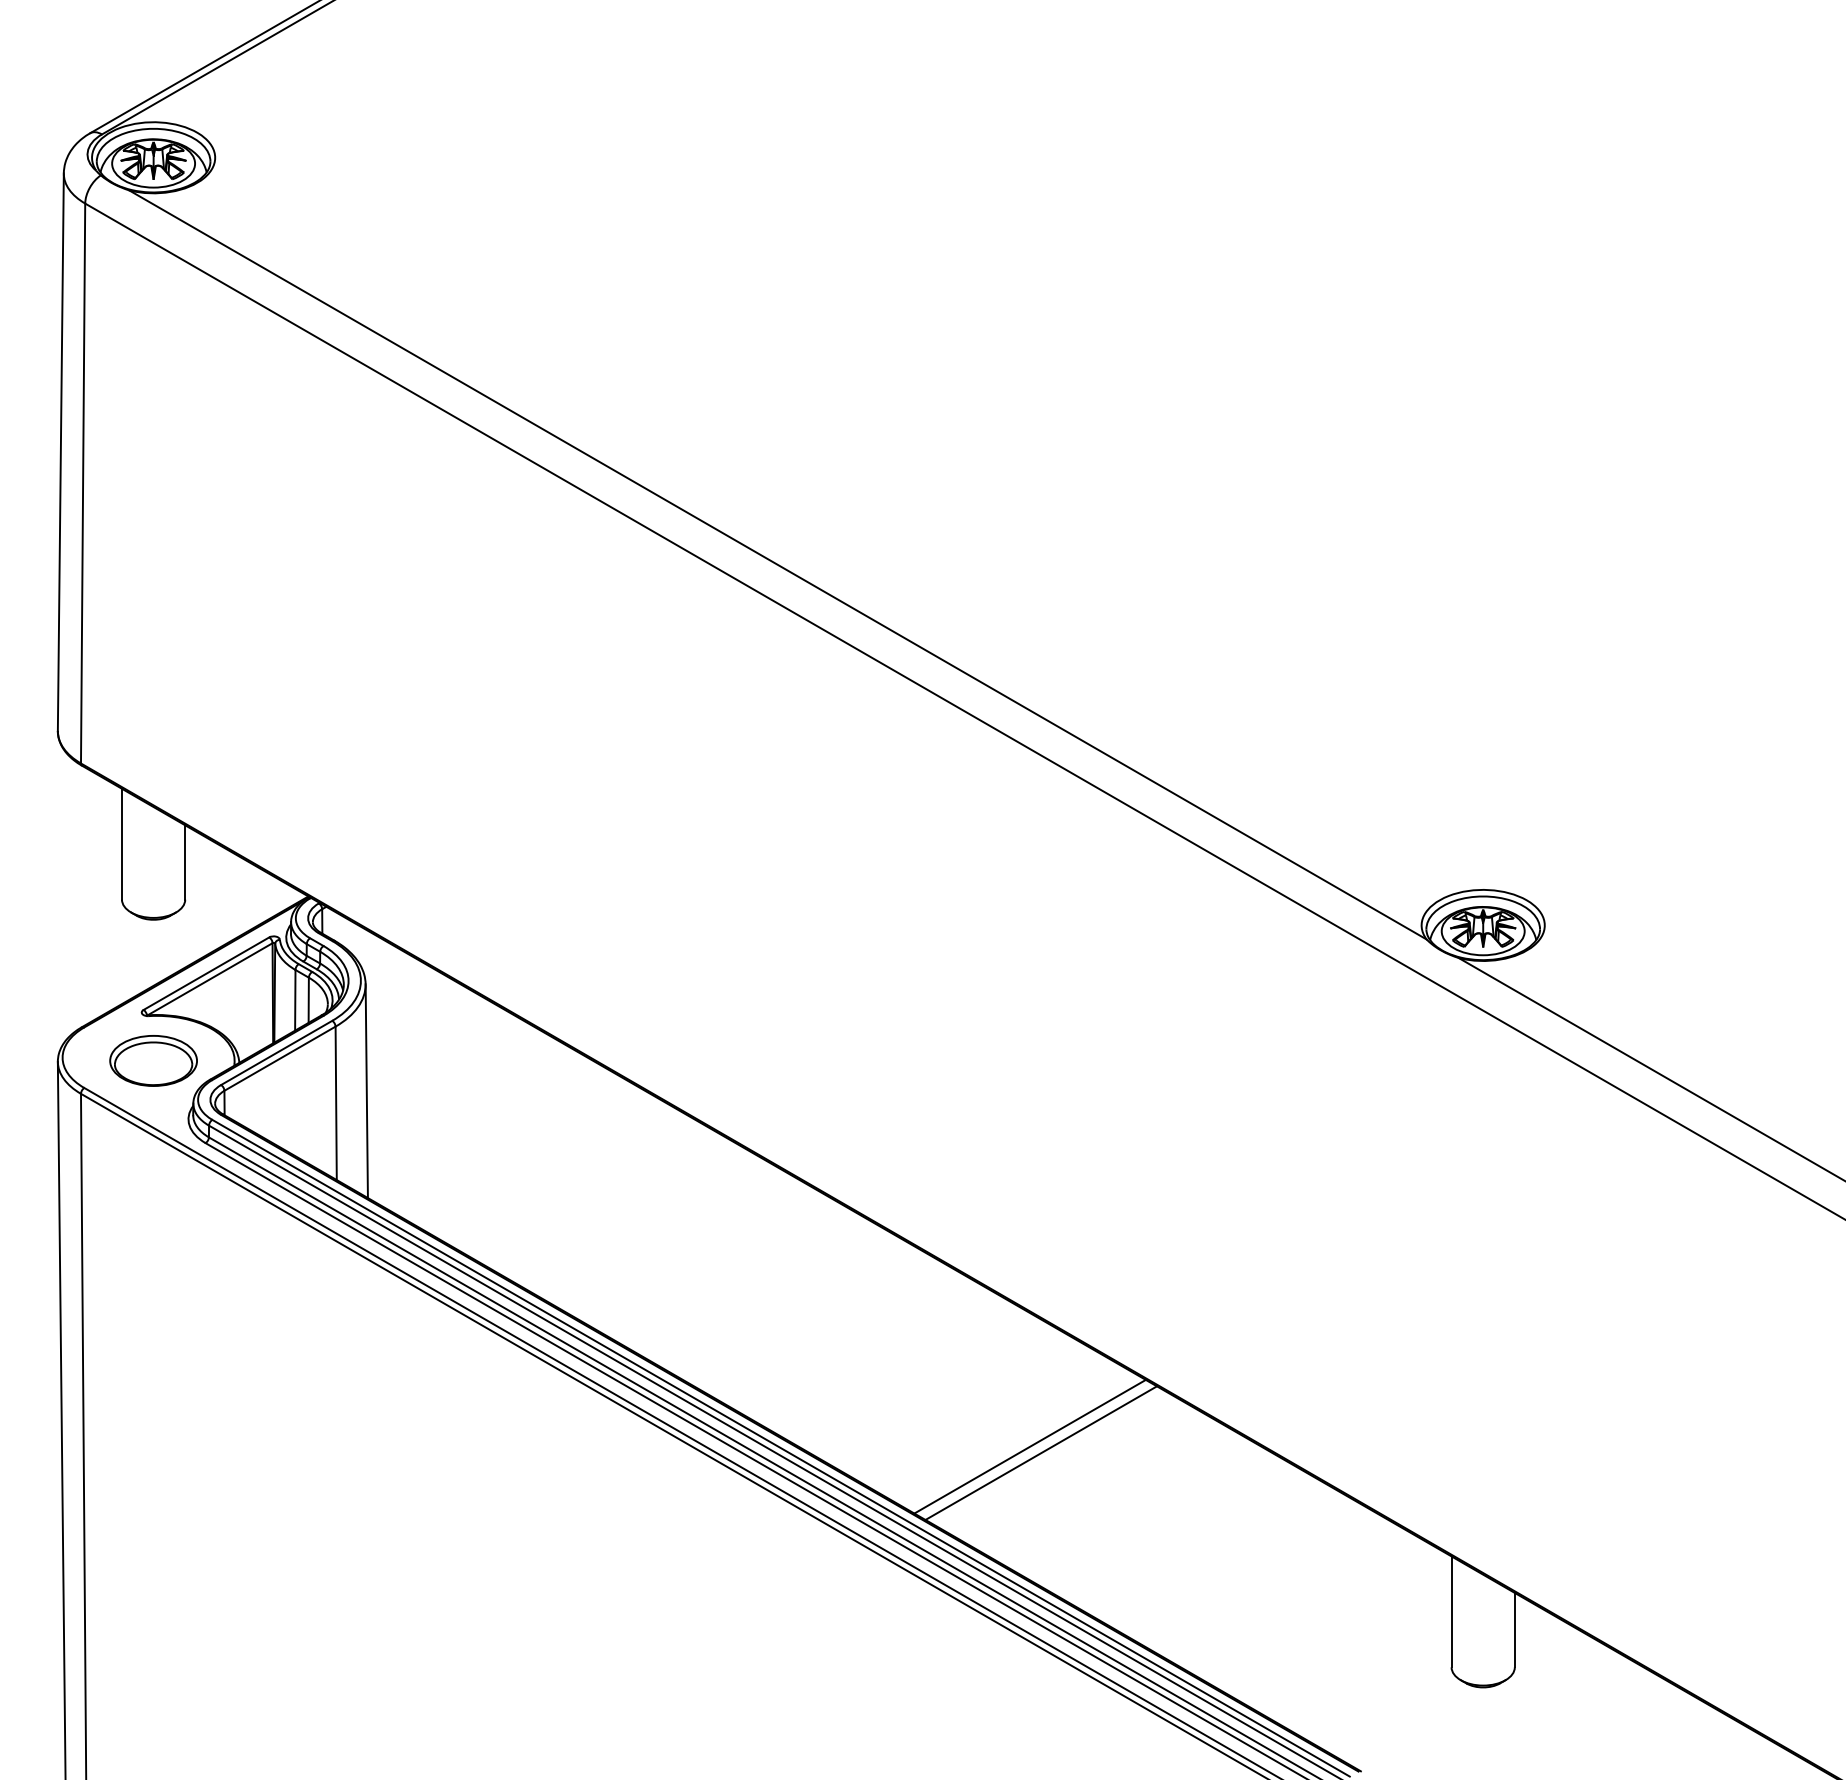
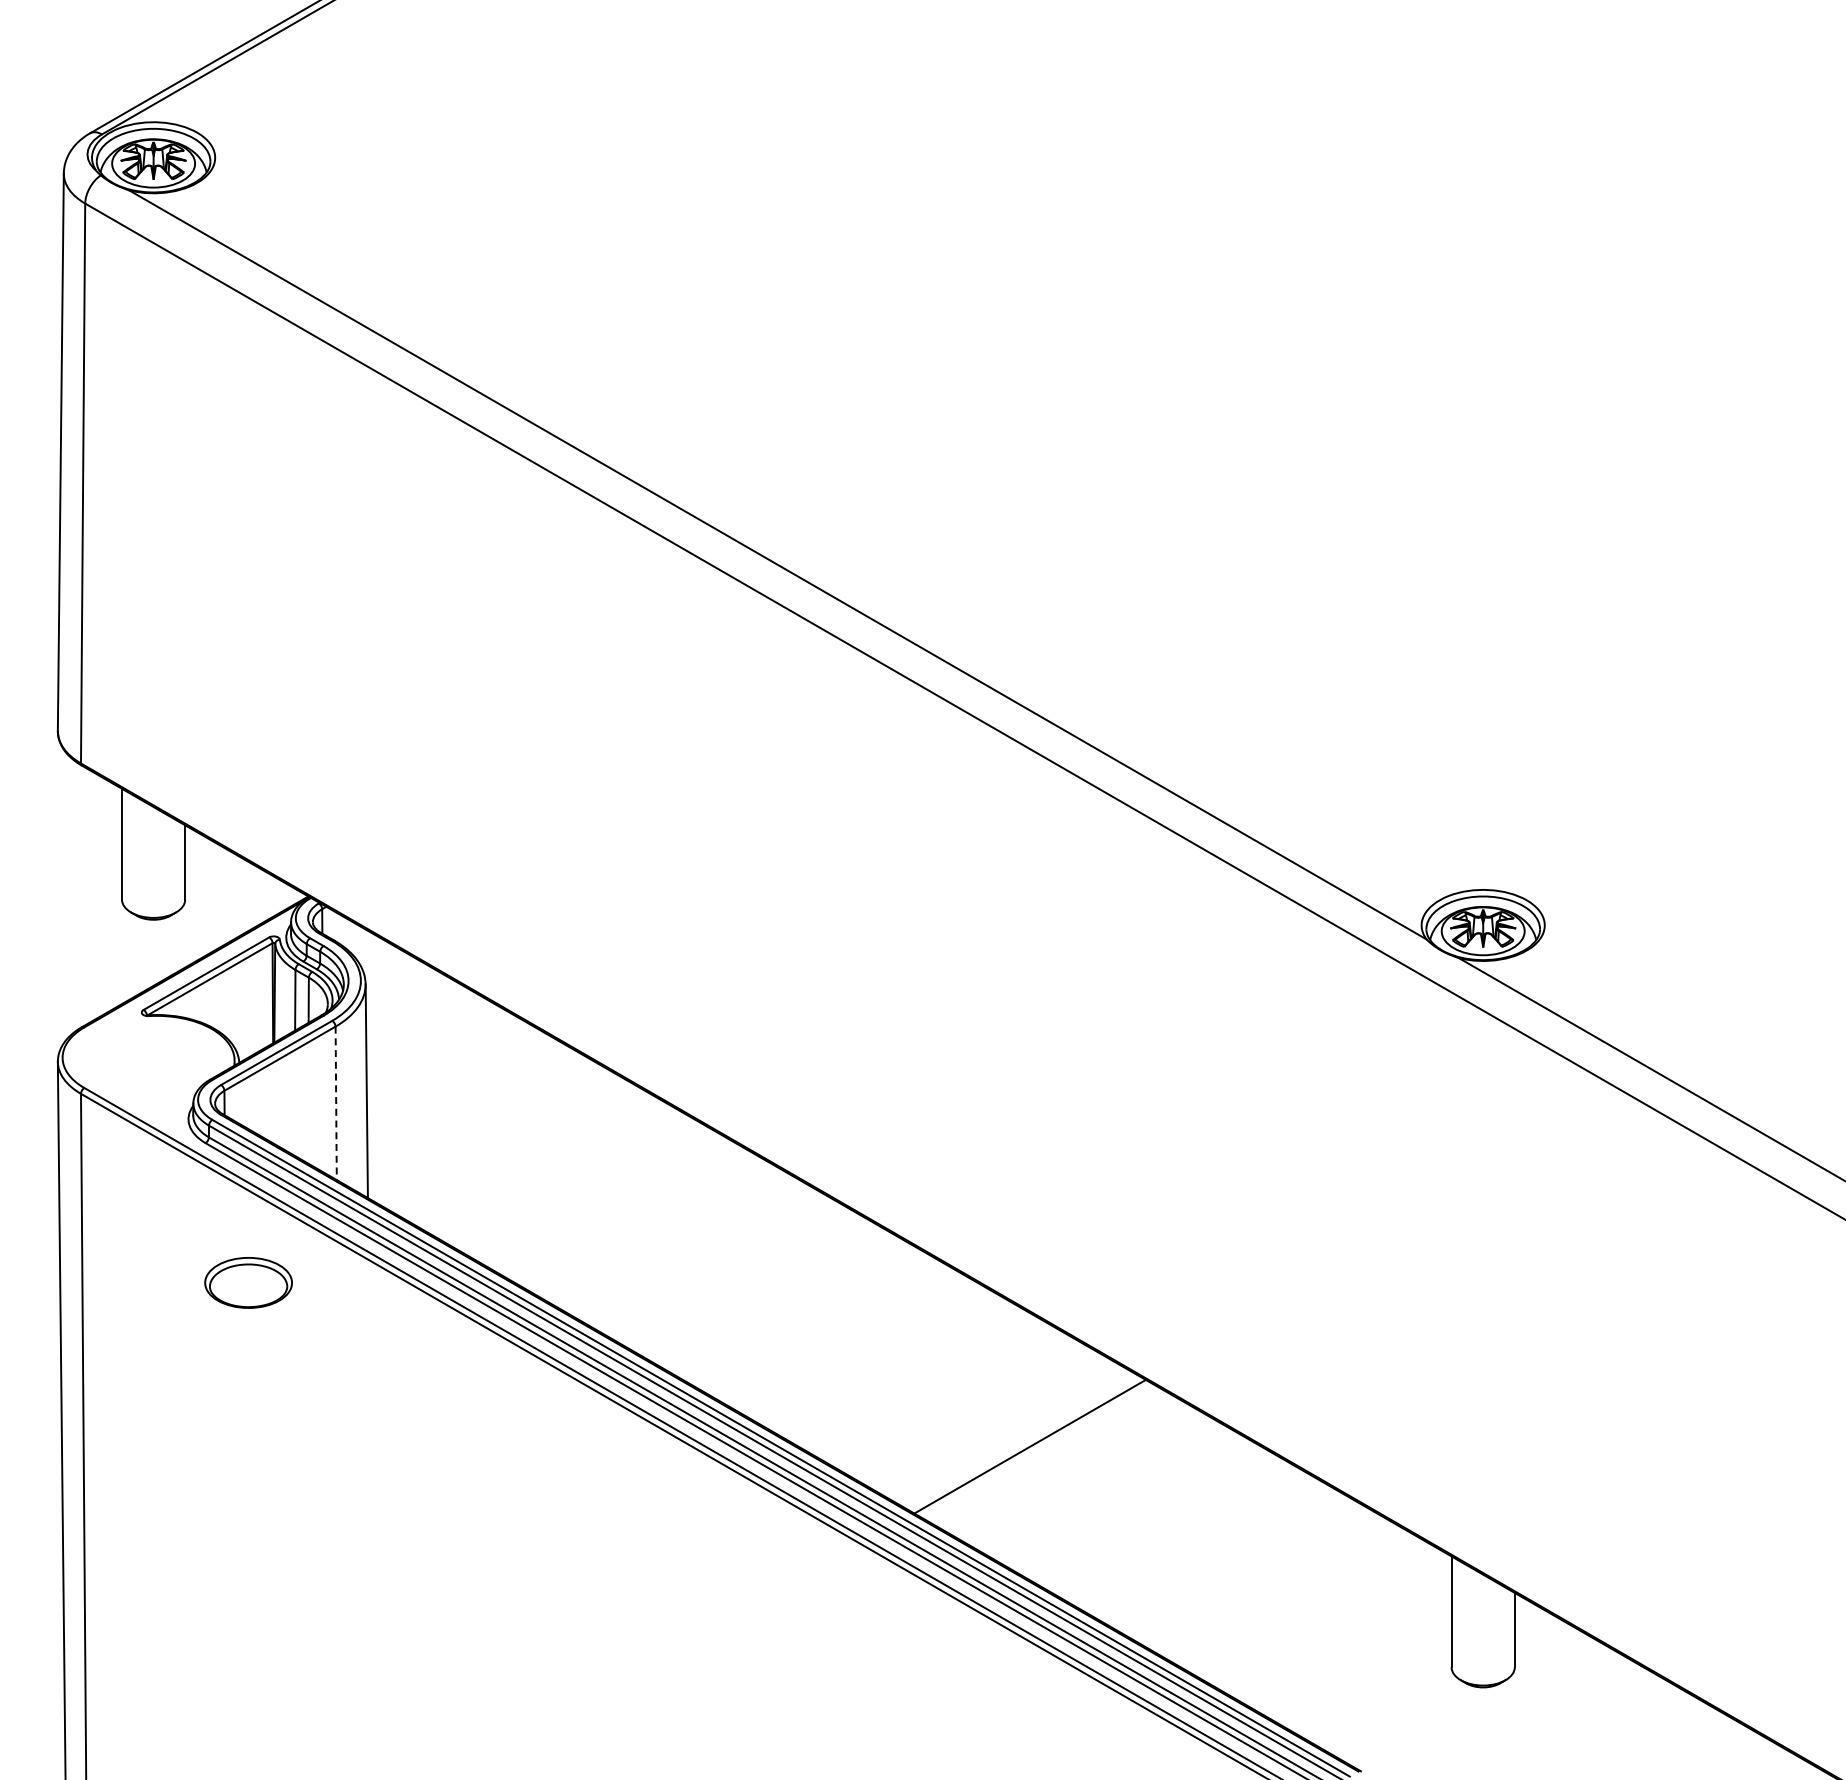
part at (153, 1060) position: (153, 1060) -> (248, 1282)
line at (336, 1103): solid -> dashed
line at (1040, 1452): present -> none
